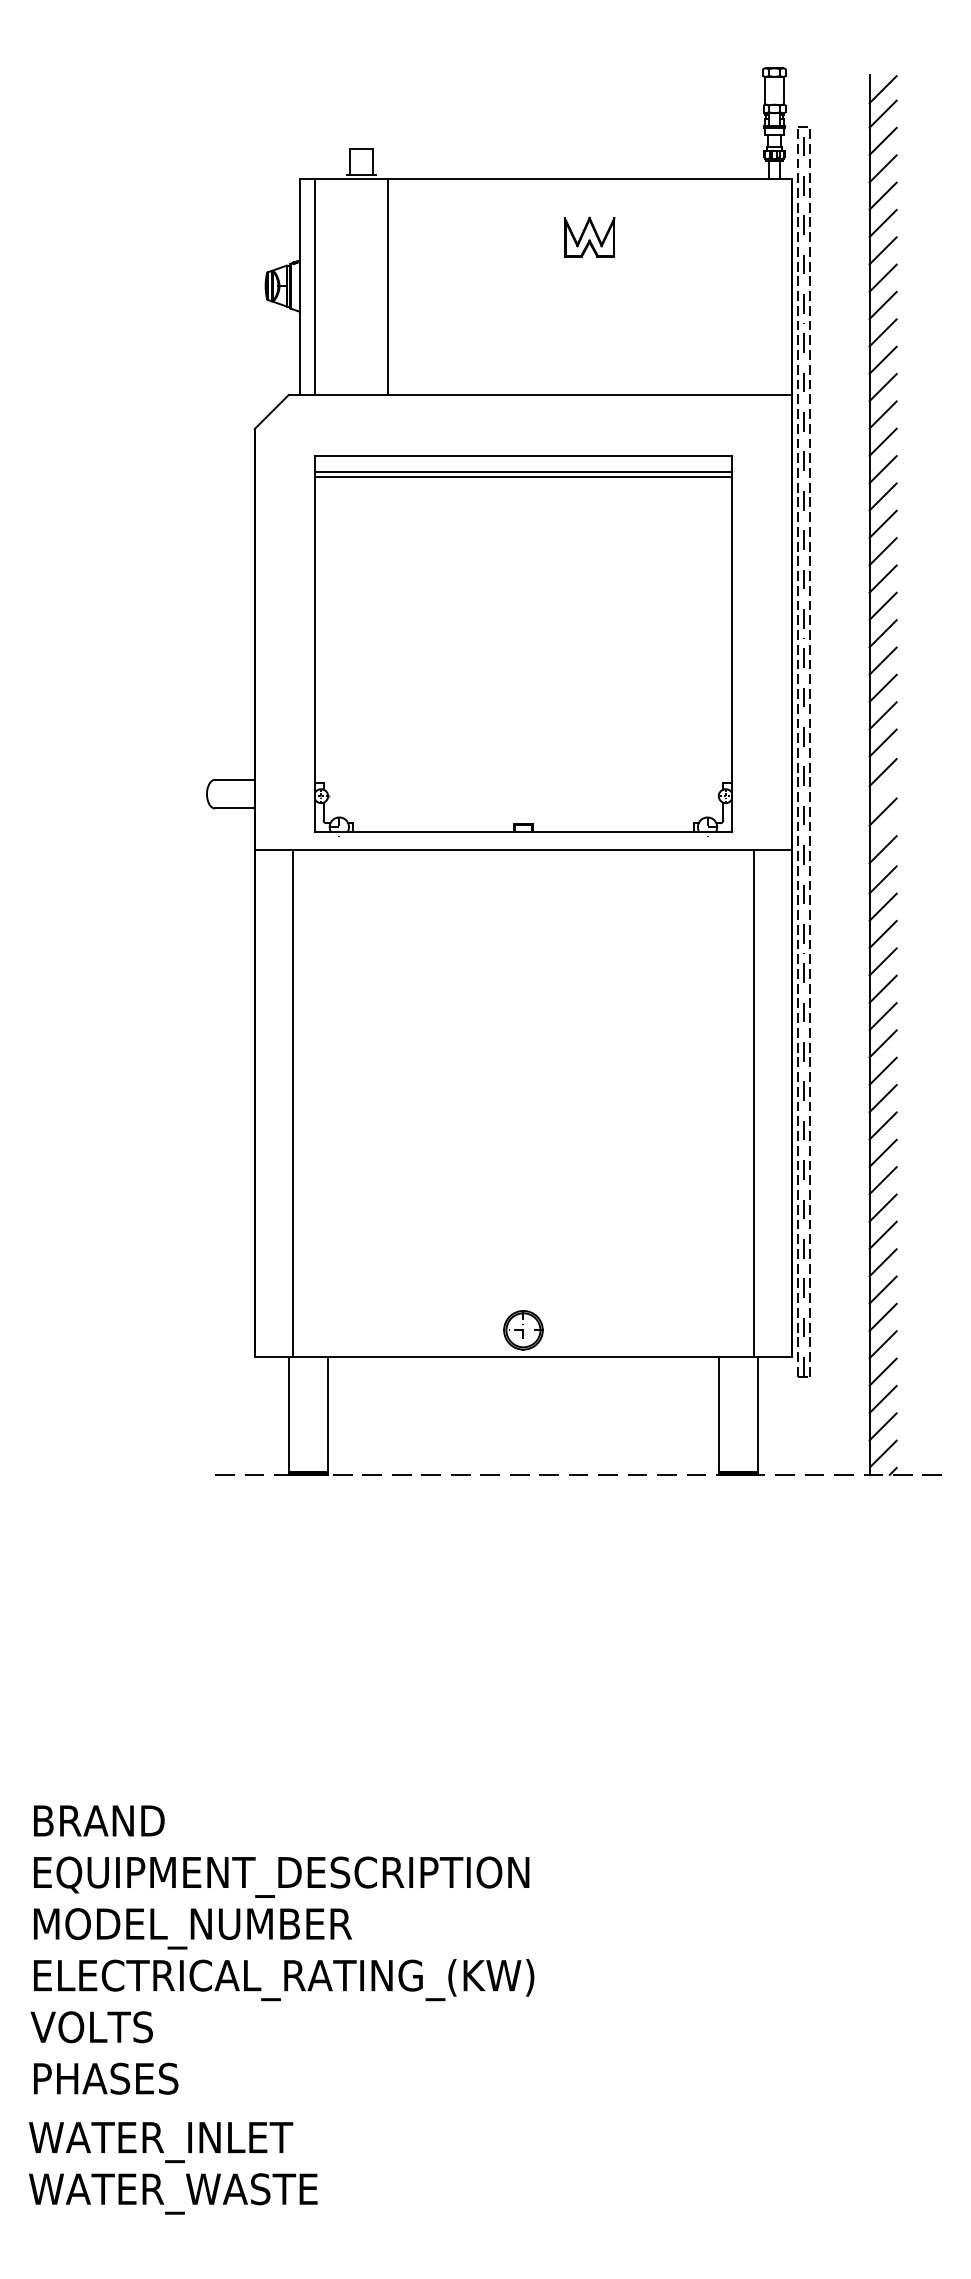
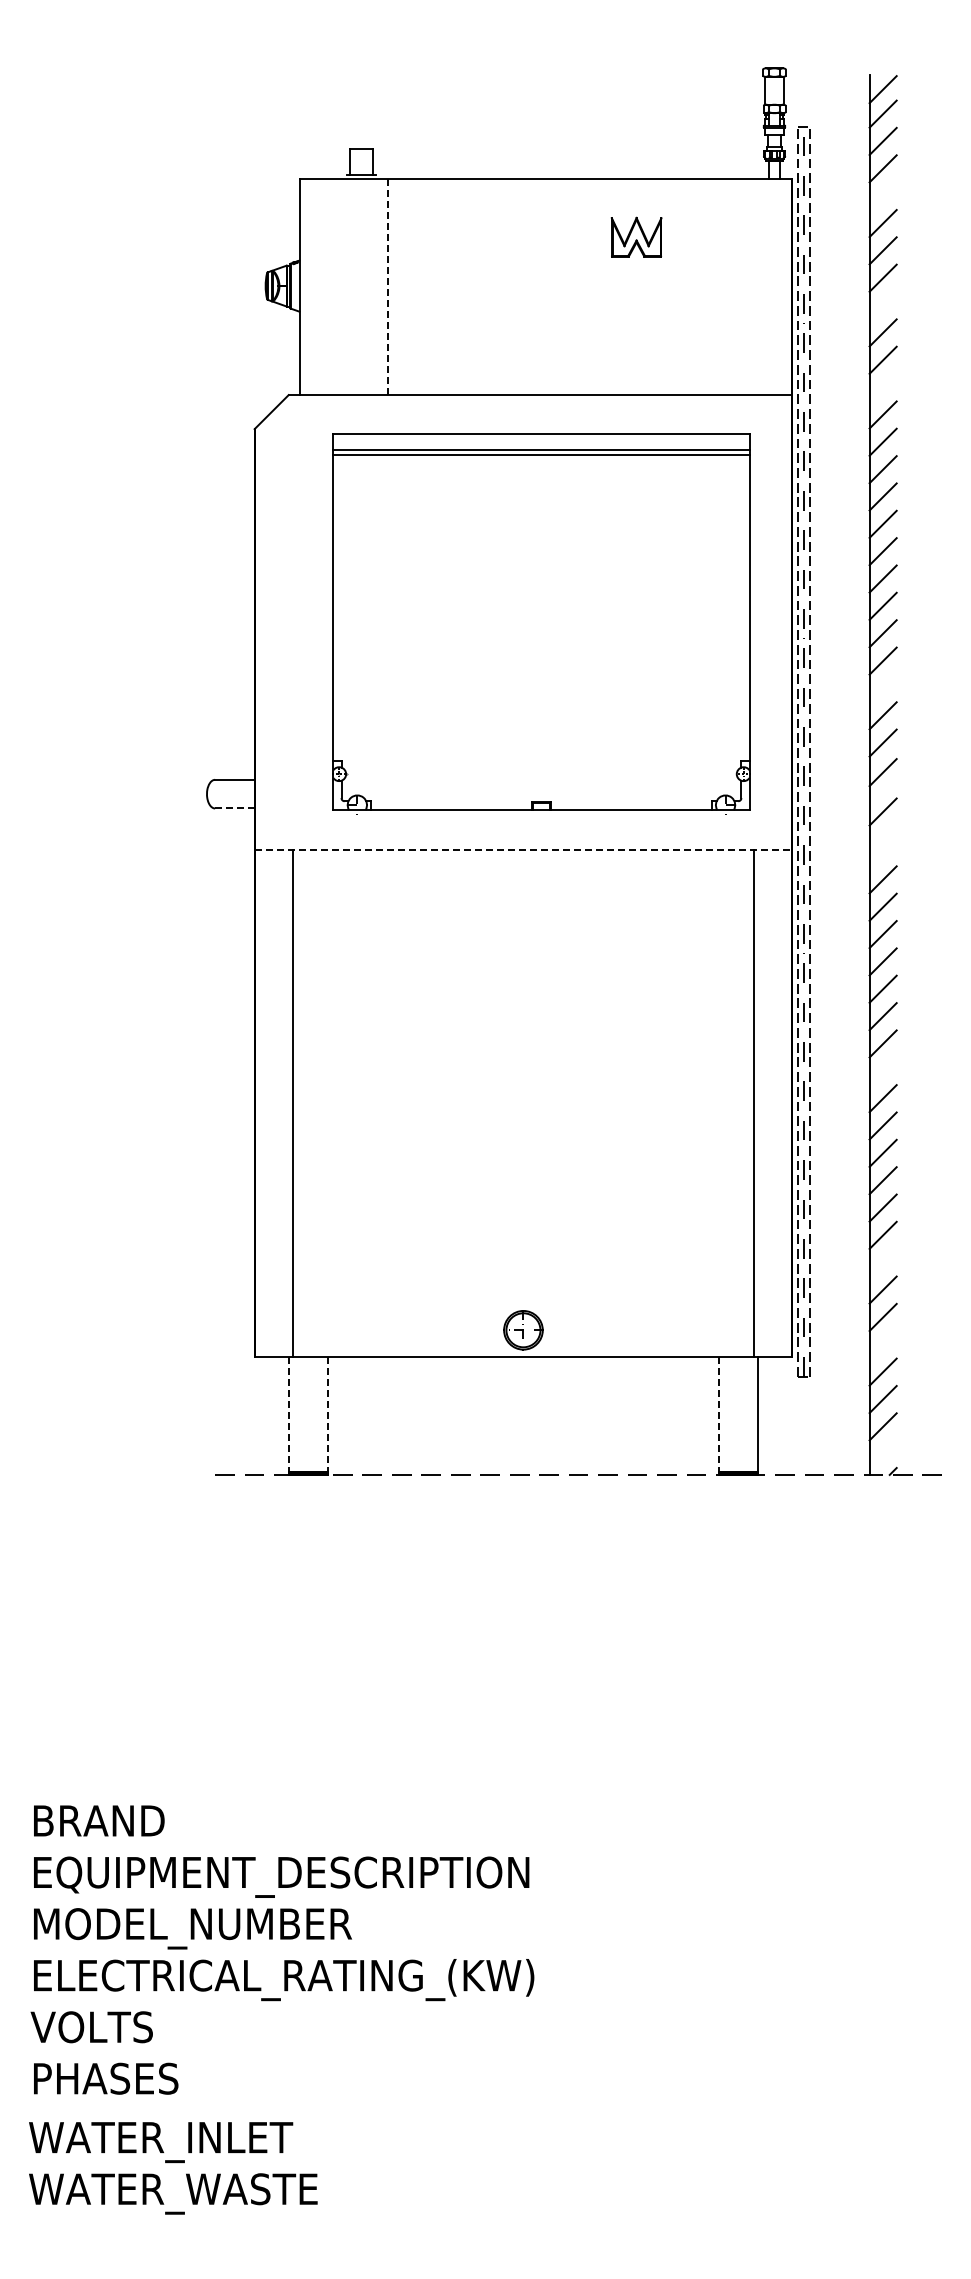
line at (882, 195): present -> none
part at (589, 236) position: (589, 236) -> (636, 236)
line at (314, 286): present -> none
line at (387, 287): solid -> dashed
line at (882, 305): present -> none
line at (882, 387): present -> none
part at (523, 645) position: (523, 645) -> (541, 623)
line at (882, 687): present -> none
line at (234, 808): solid -> dashed
line at (523, 849): solid -> dashed
line at (882, 849): present -> none
line at (882, 1070): present -> none
line at (882, 1262): present -> none
line at (882, 1344): present -> none
line at (289, 1416): solid -> dashed
line at (327, 1416): solid -> dashed
line at (719, 1416): solid -> dashed
line at (883, 1453): present -> none
